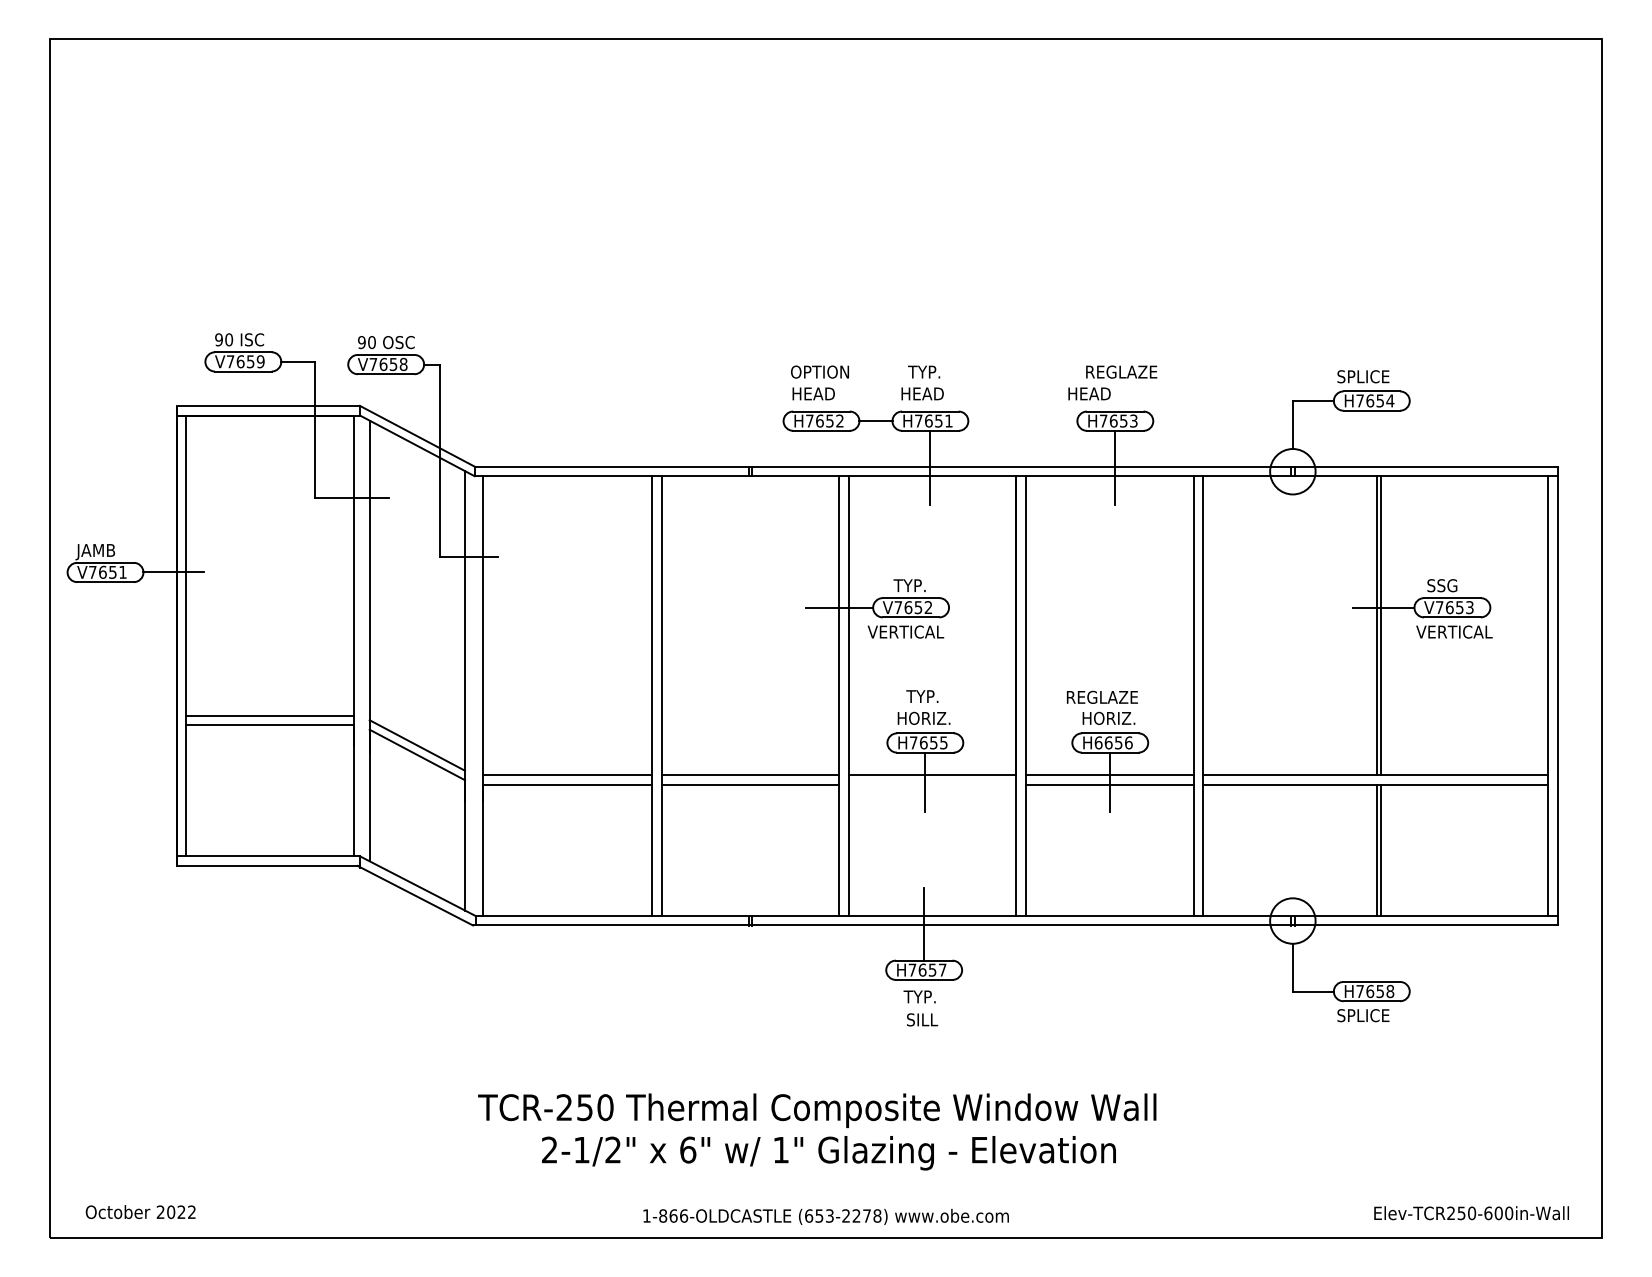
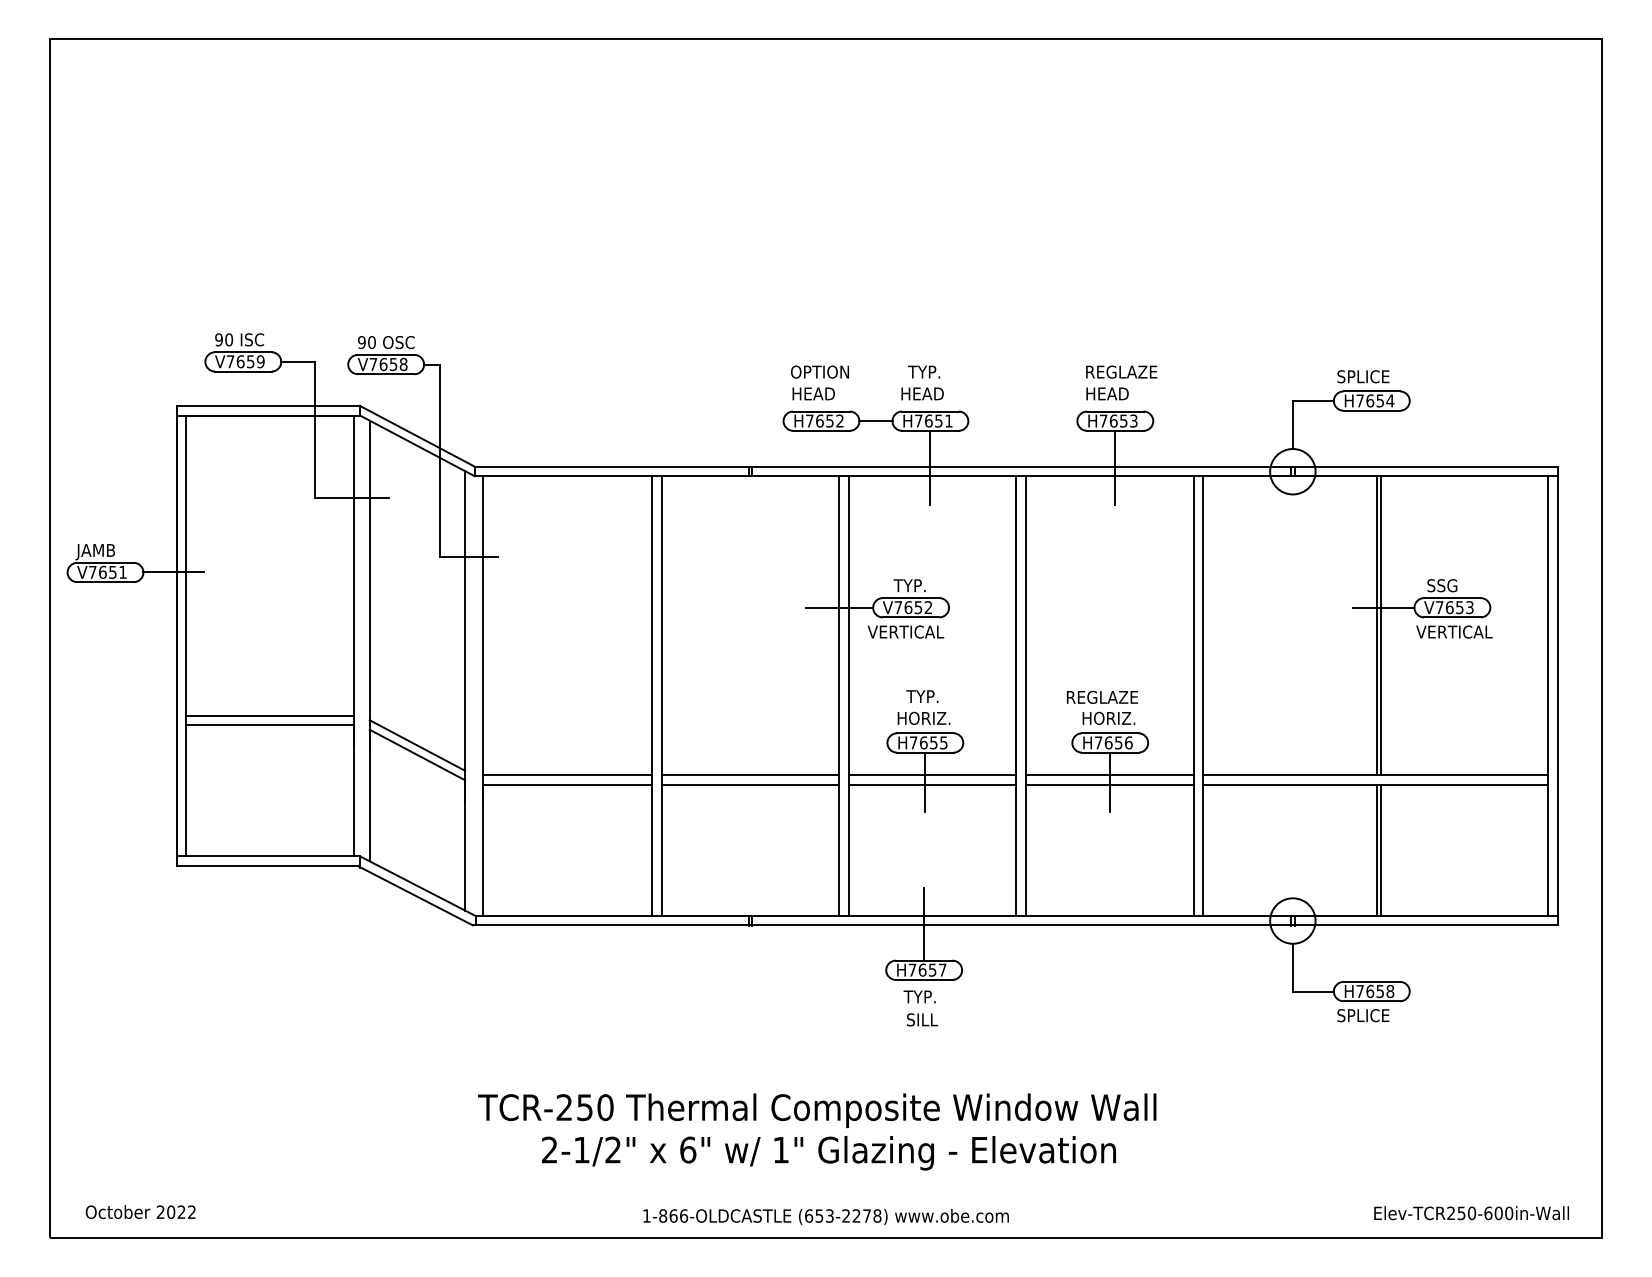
text at (1089, 393) position: (1089, 393) -> (1107, 393)
text at (1098, 742): H6656 -> H7656
line at (932, 784): none -> present
